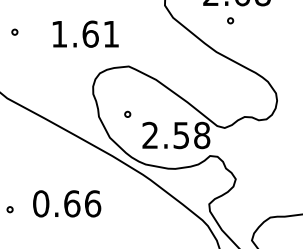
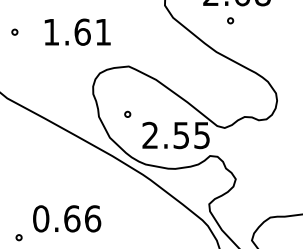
text at (85, 33) position: (85, 33) -> (77, 31)
text at (202, 135): 2.58 -> 2.55
text at (67, 203) position: (67, 203) -> (67, 218)
part at (9, 209) position: (9, 209) -> (18, 237)
